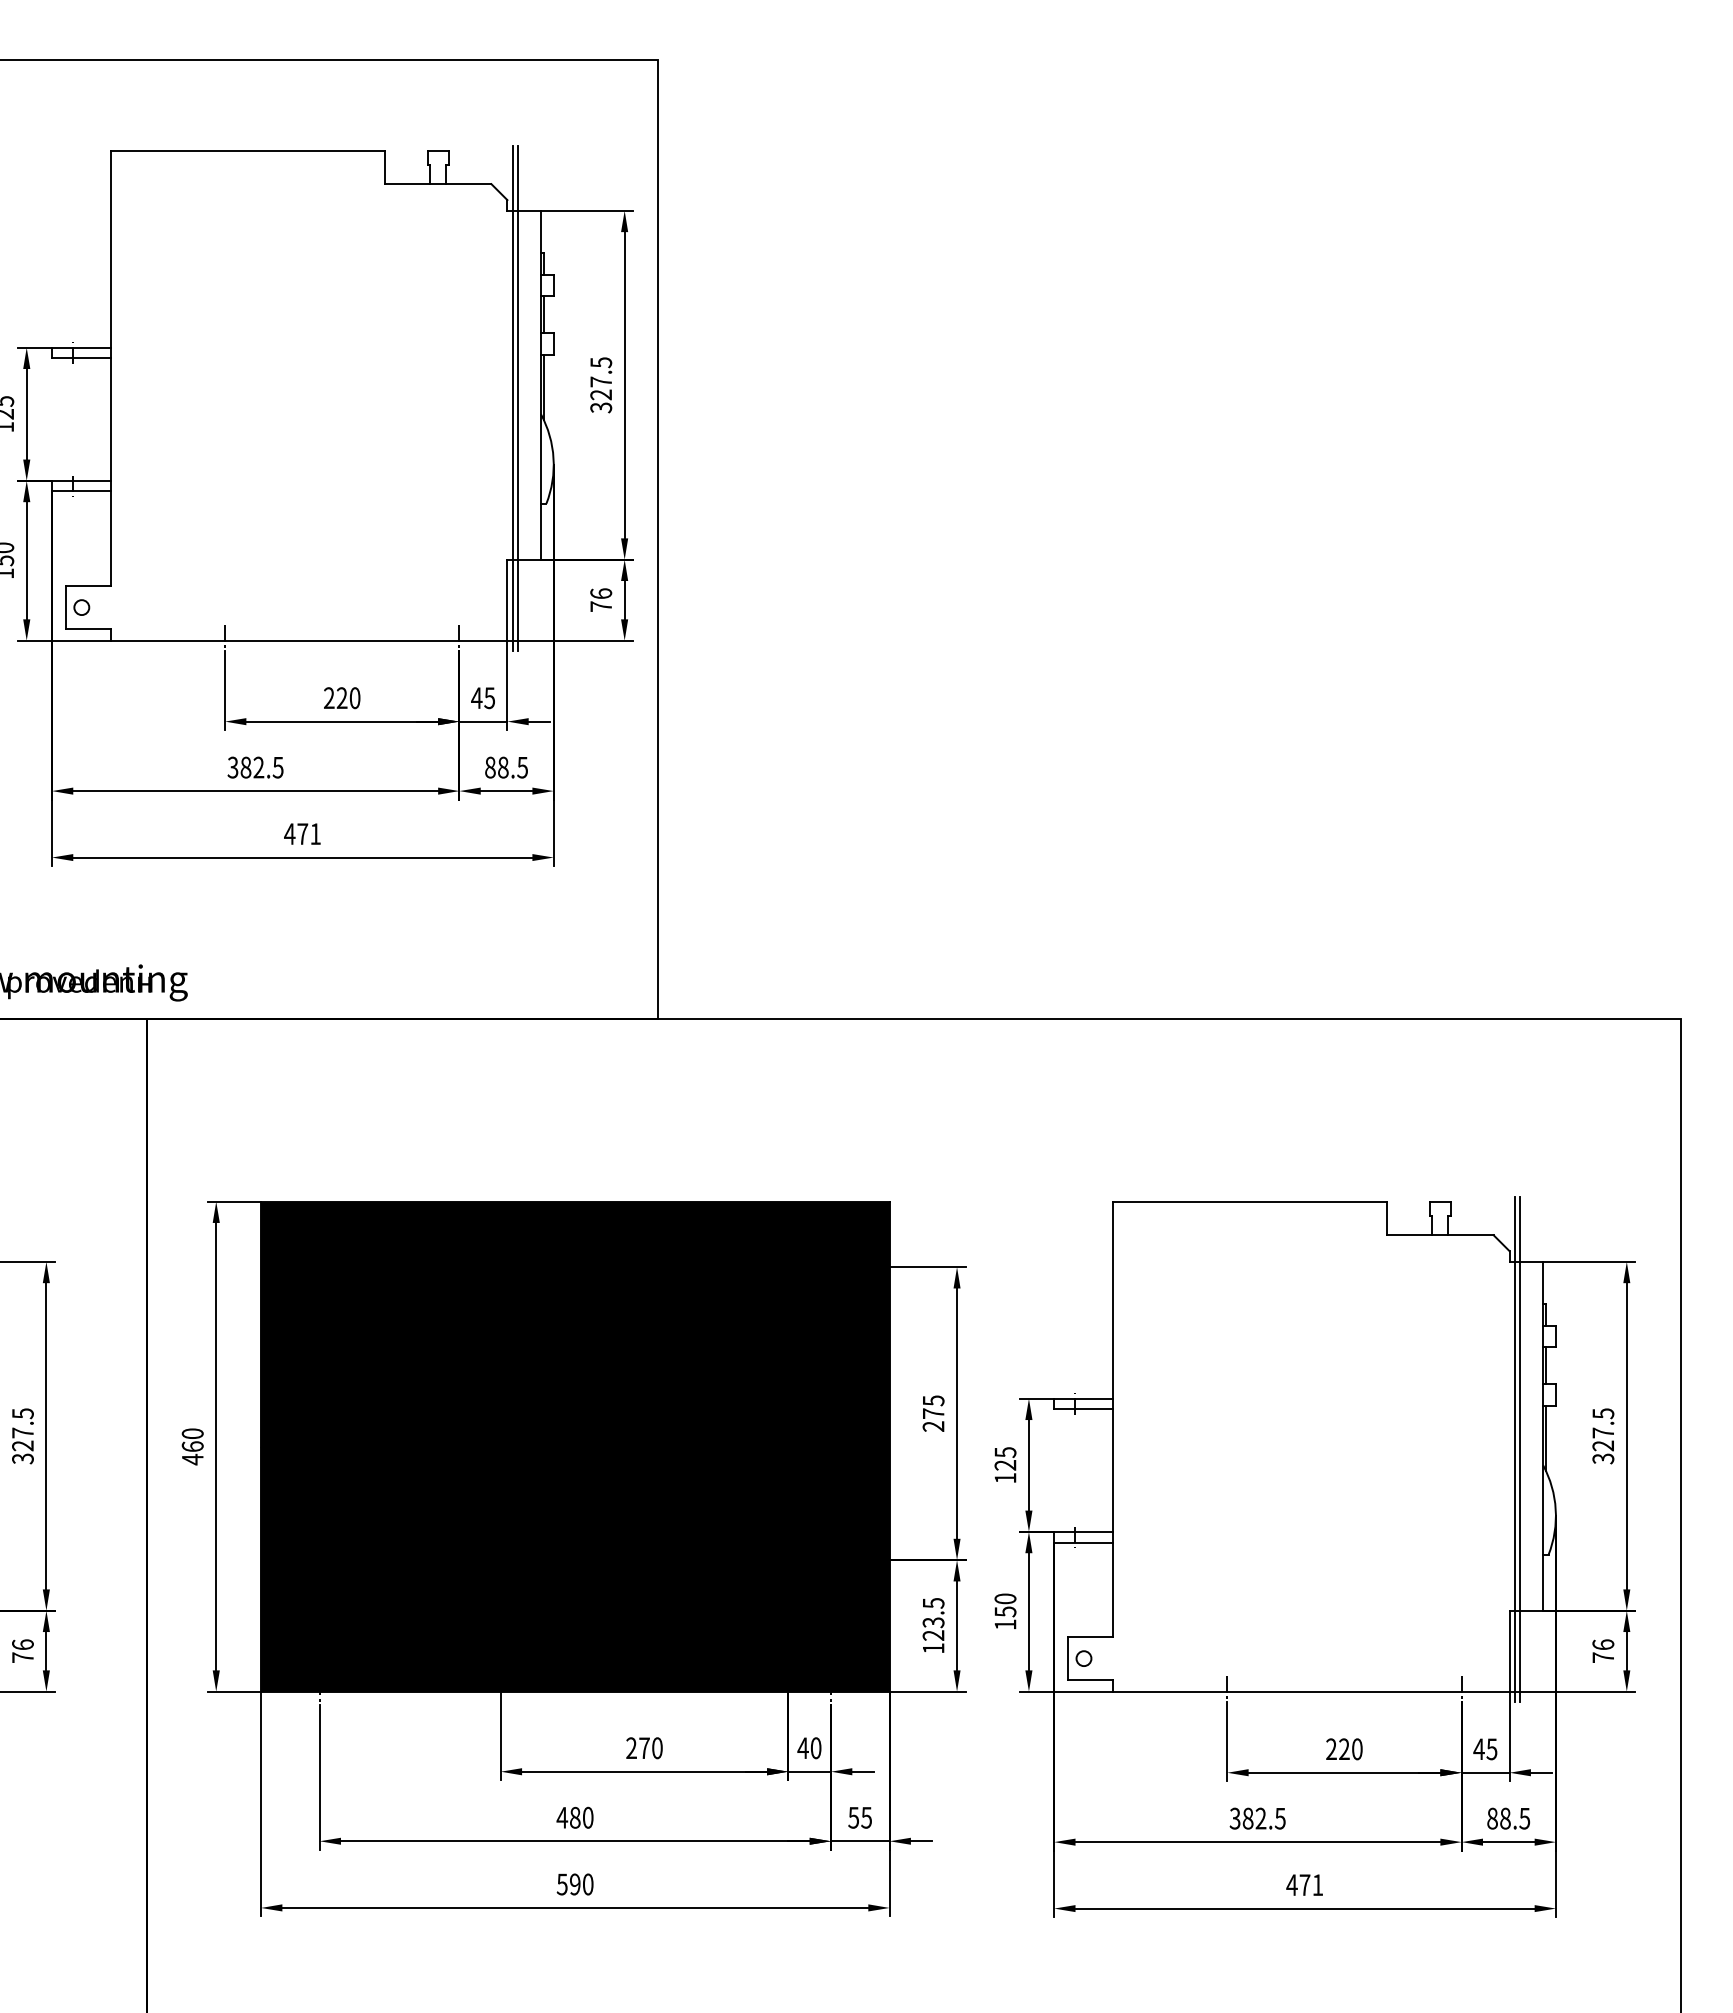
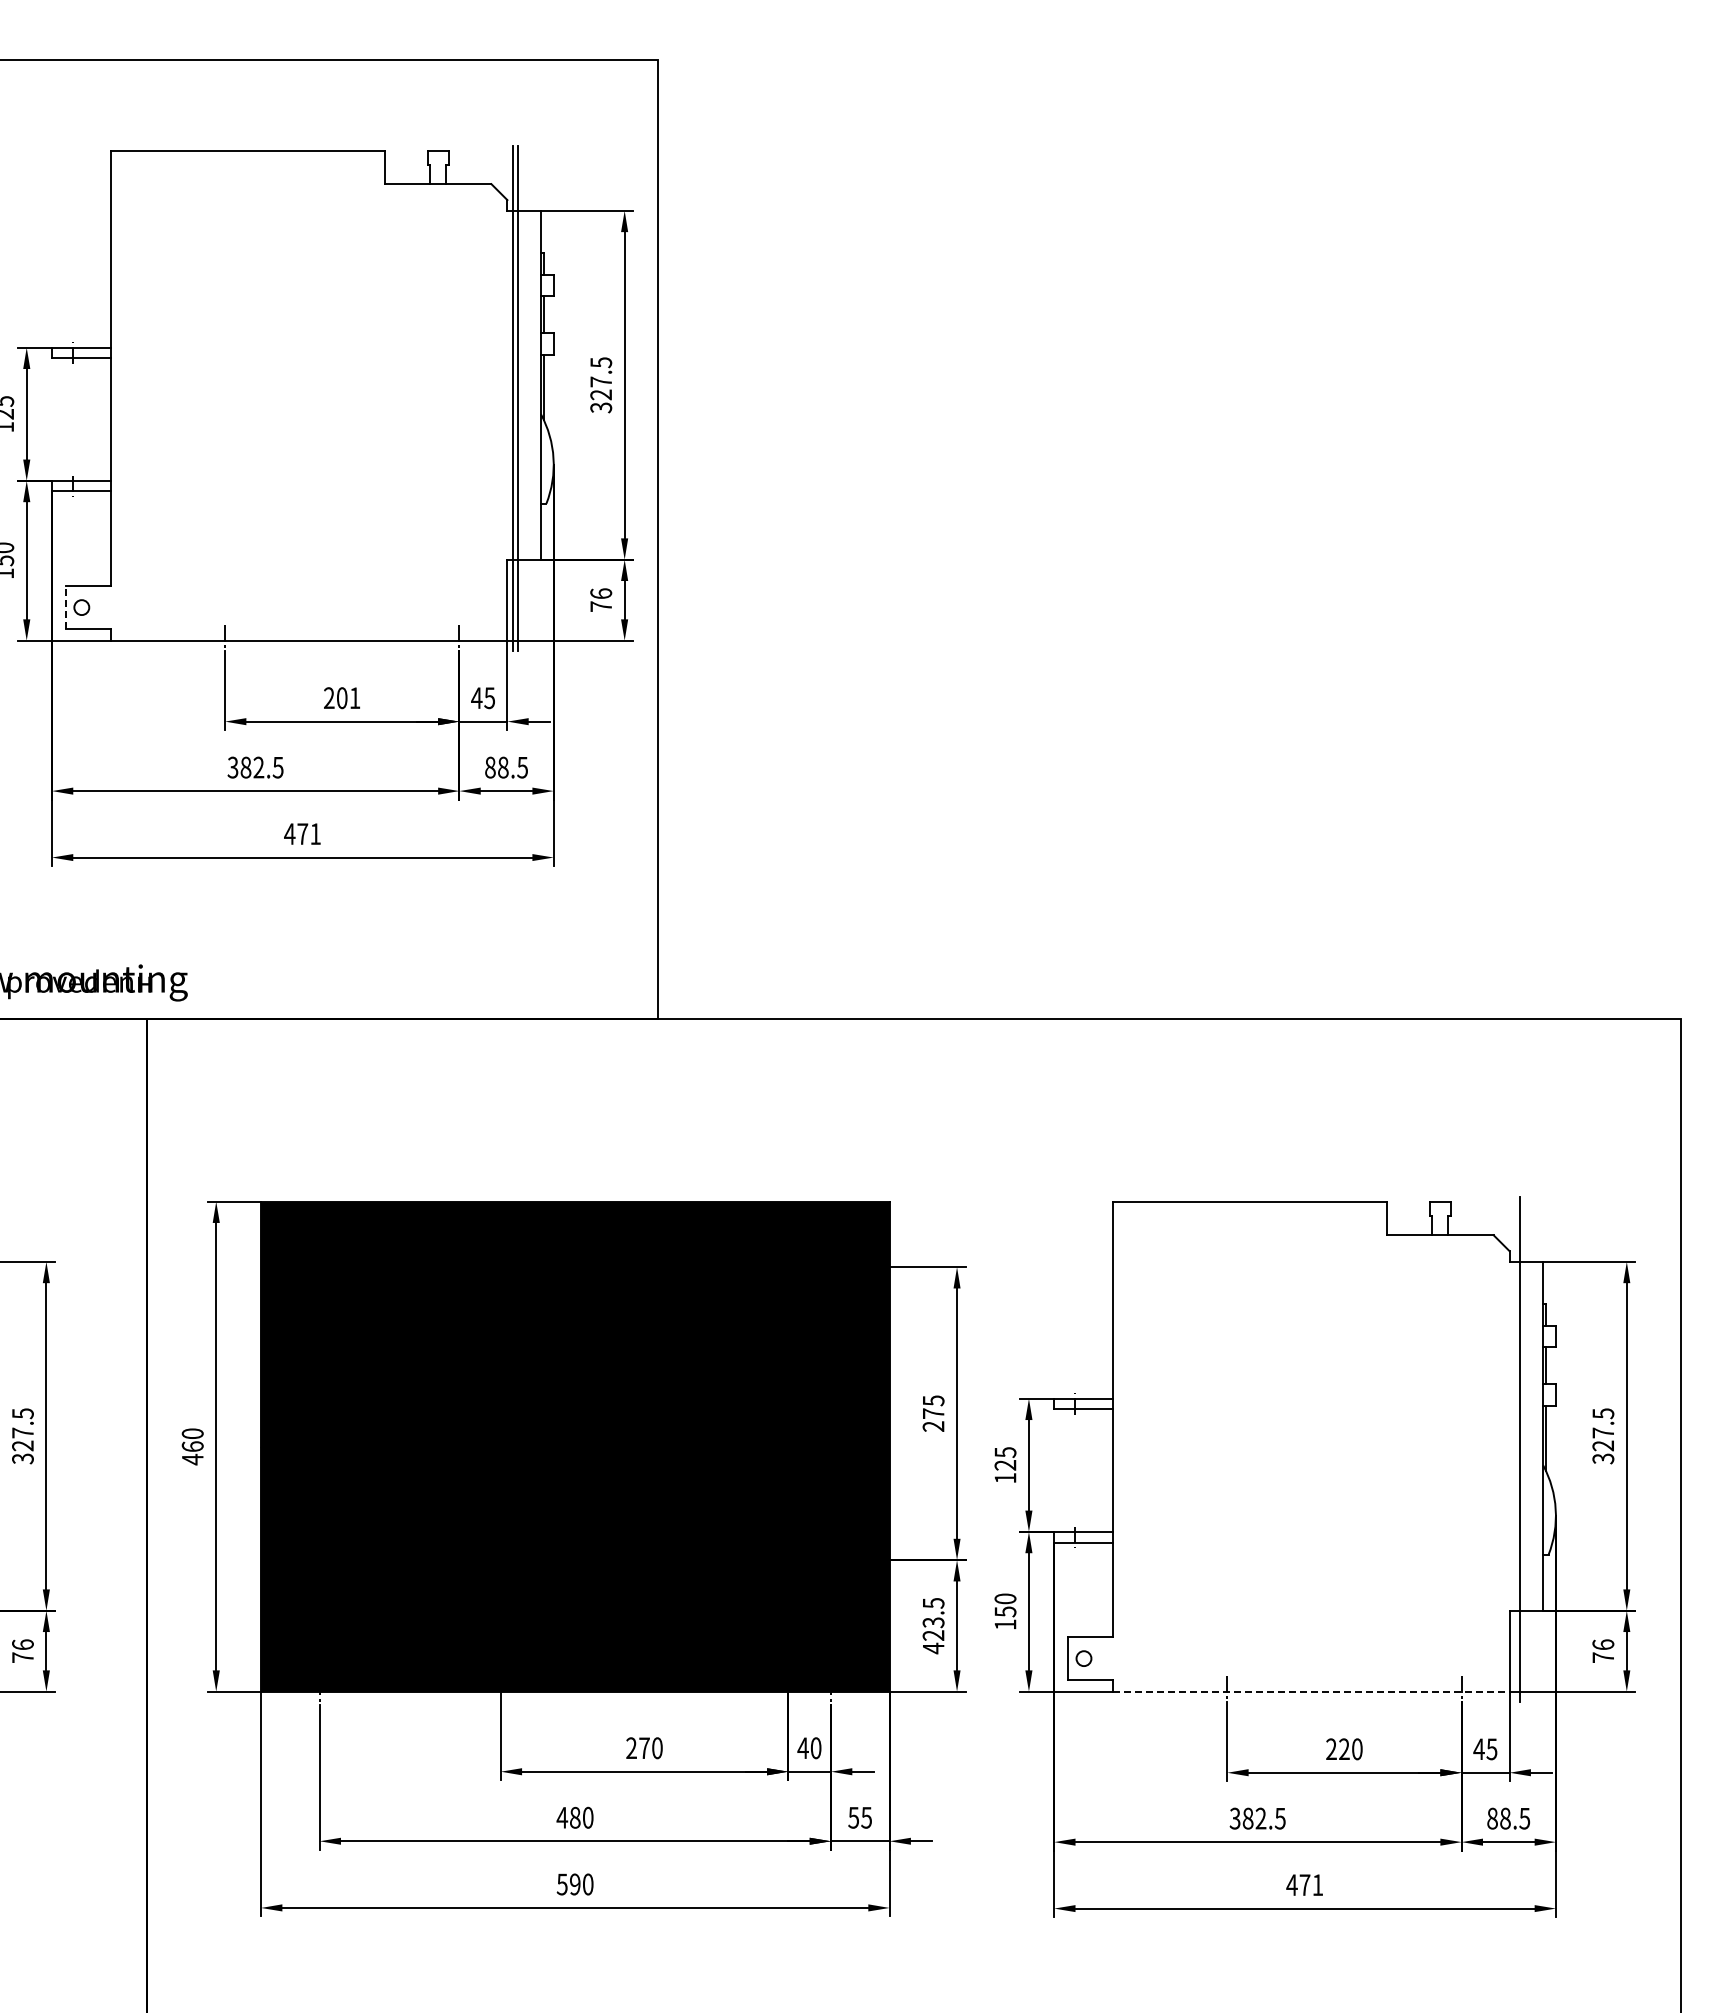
line at (65, 607): solid -> dashed
text at (348, 698): 220 -> 201
line at (1514, 1449): present -> none
text at (933, 1648): 123.5 -> 423.5
line at (1311, 1691): solid -> dashed
